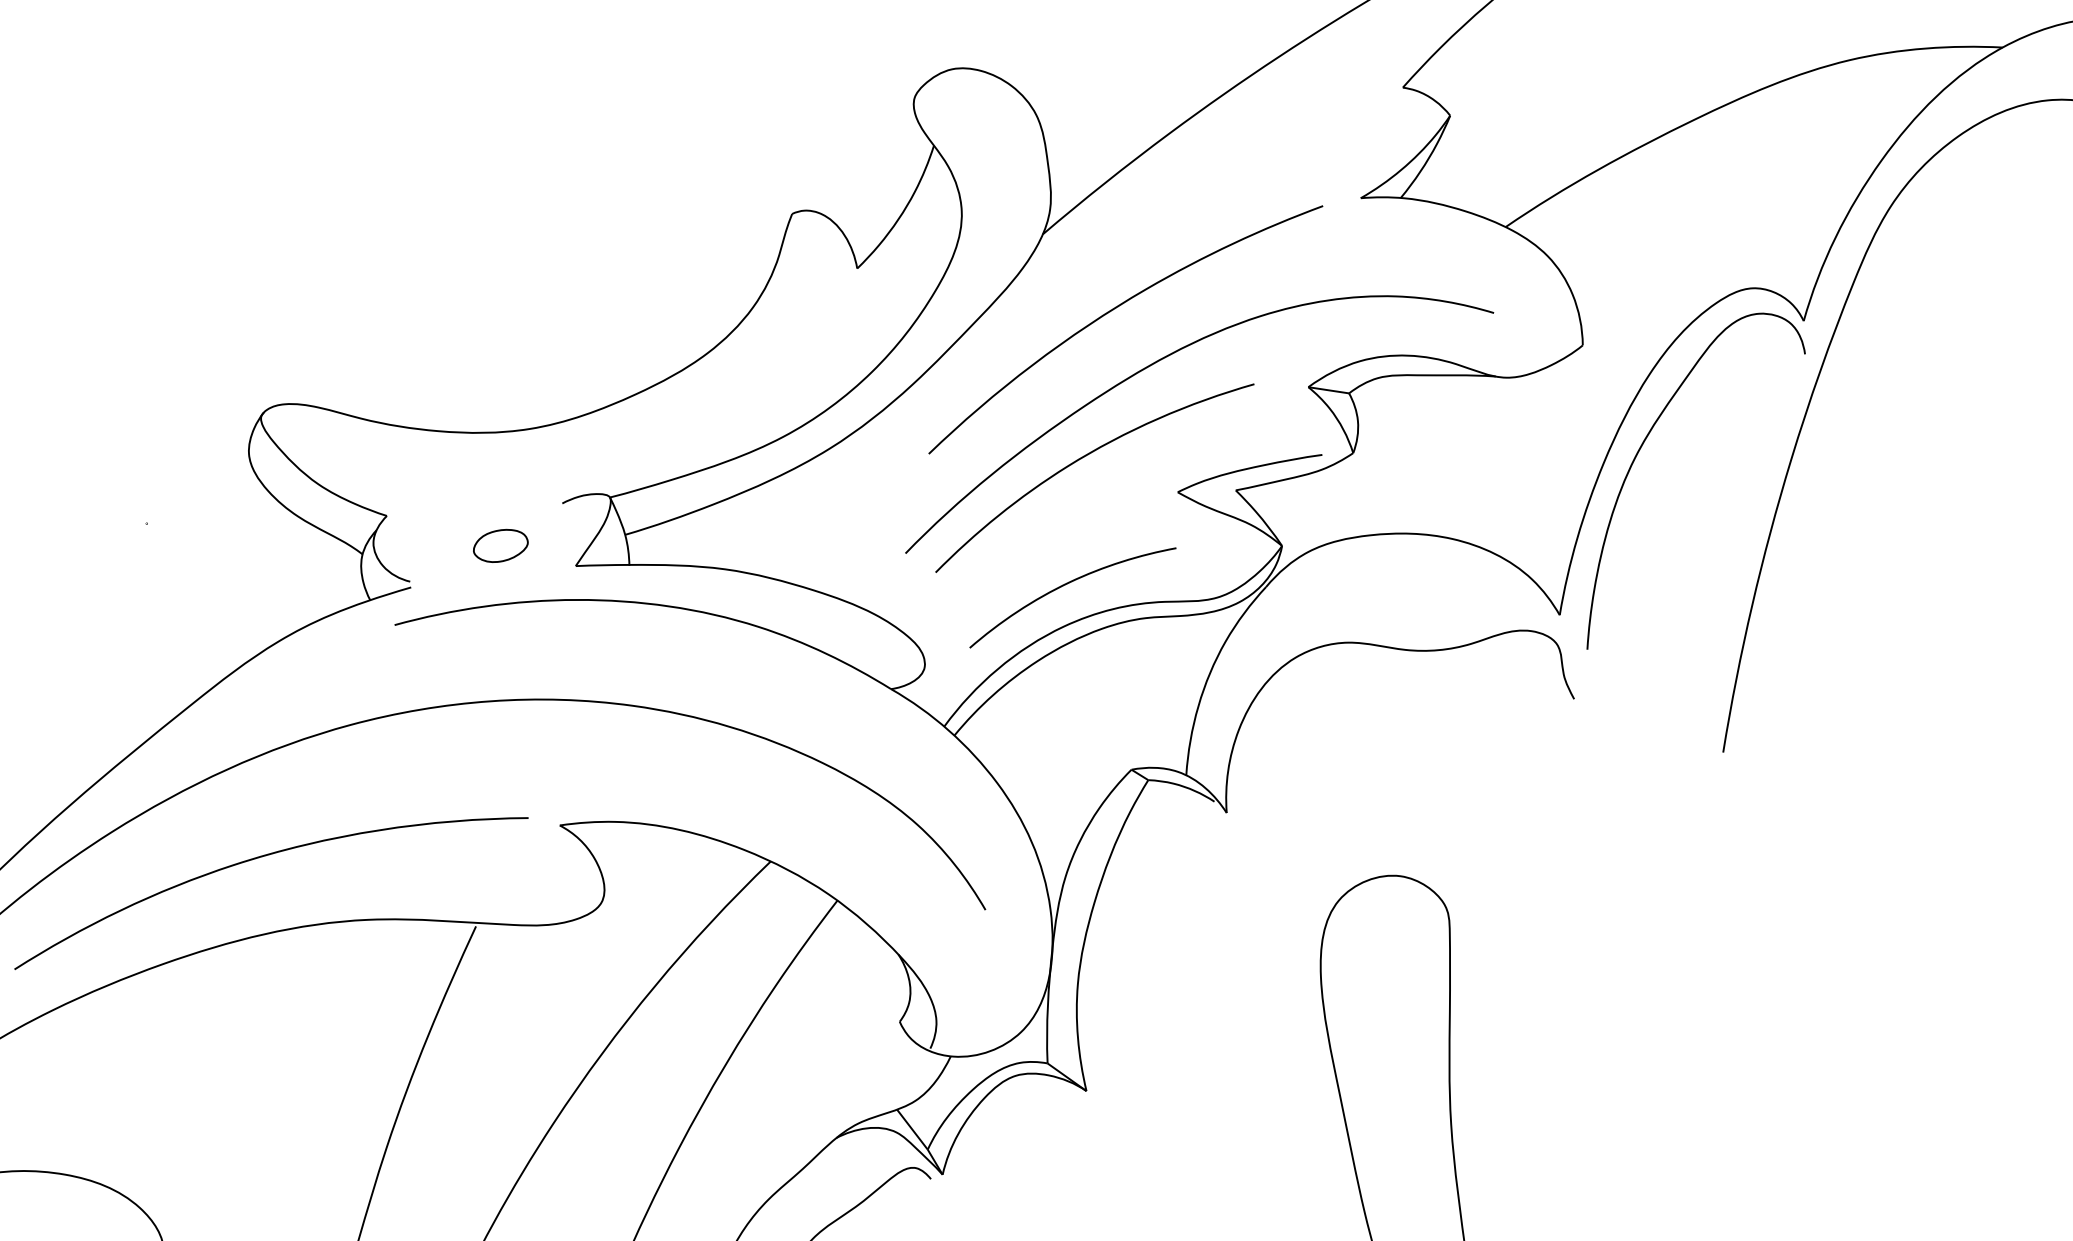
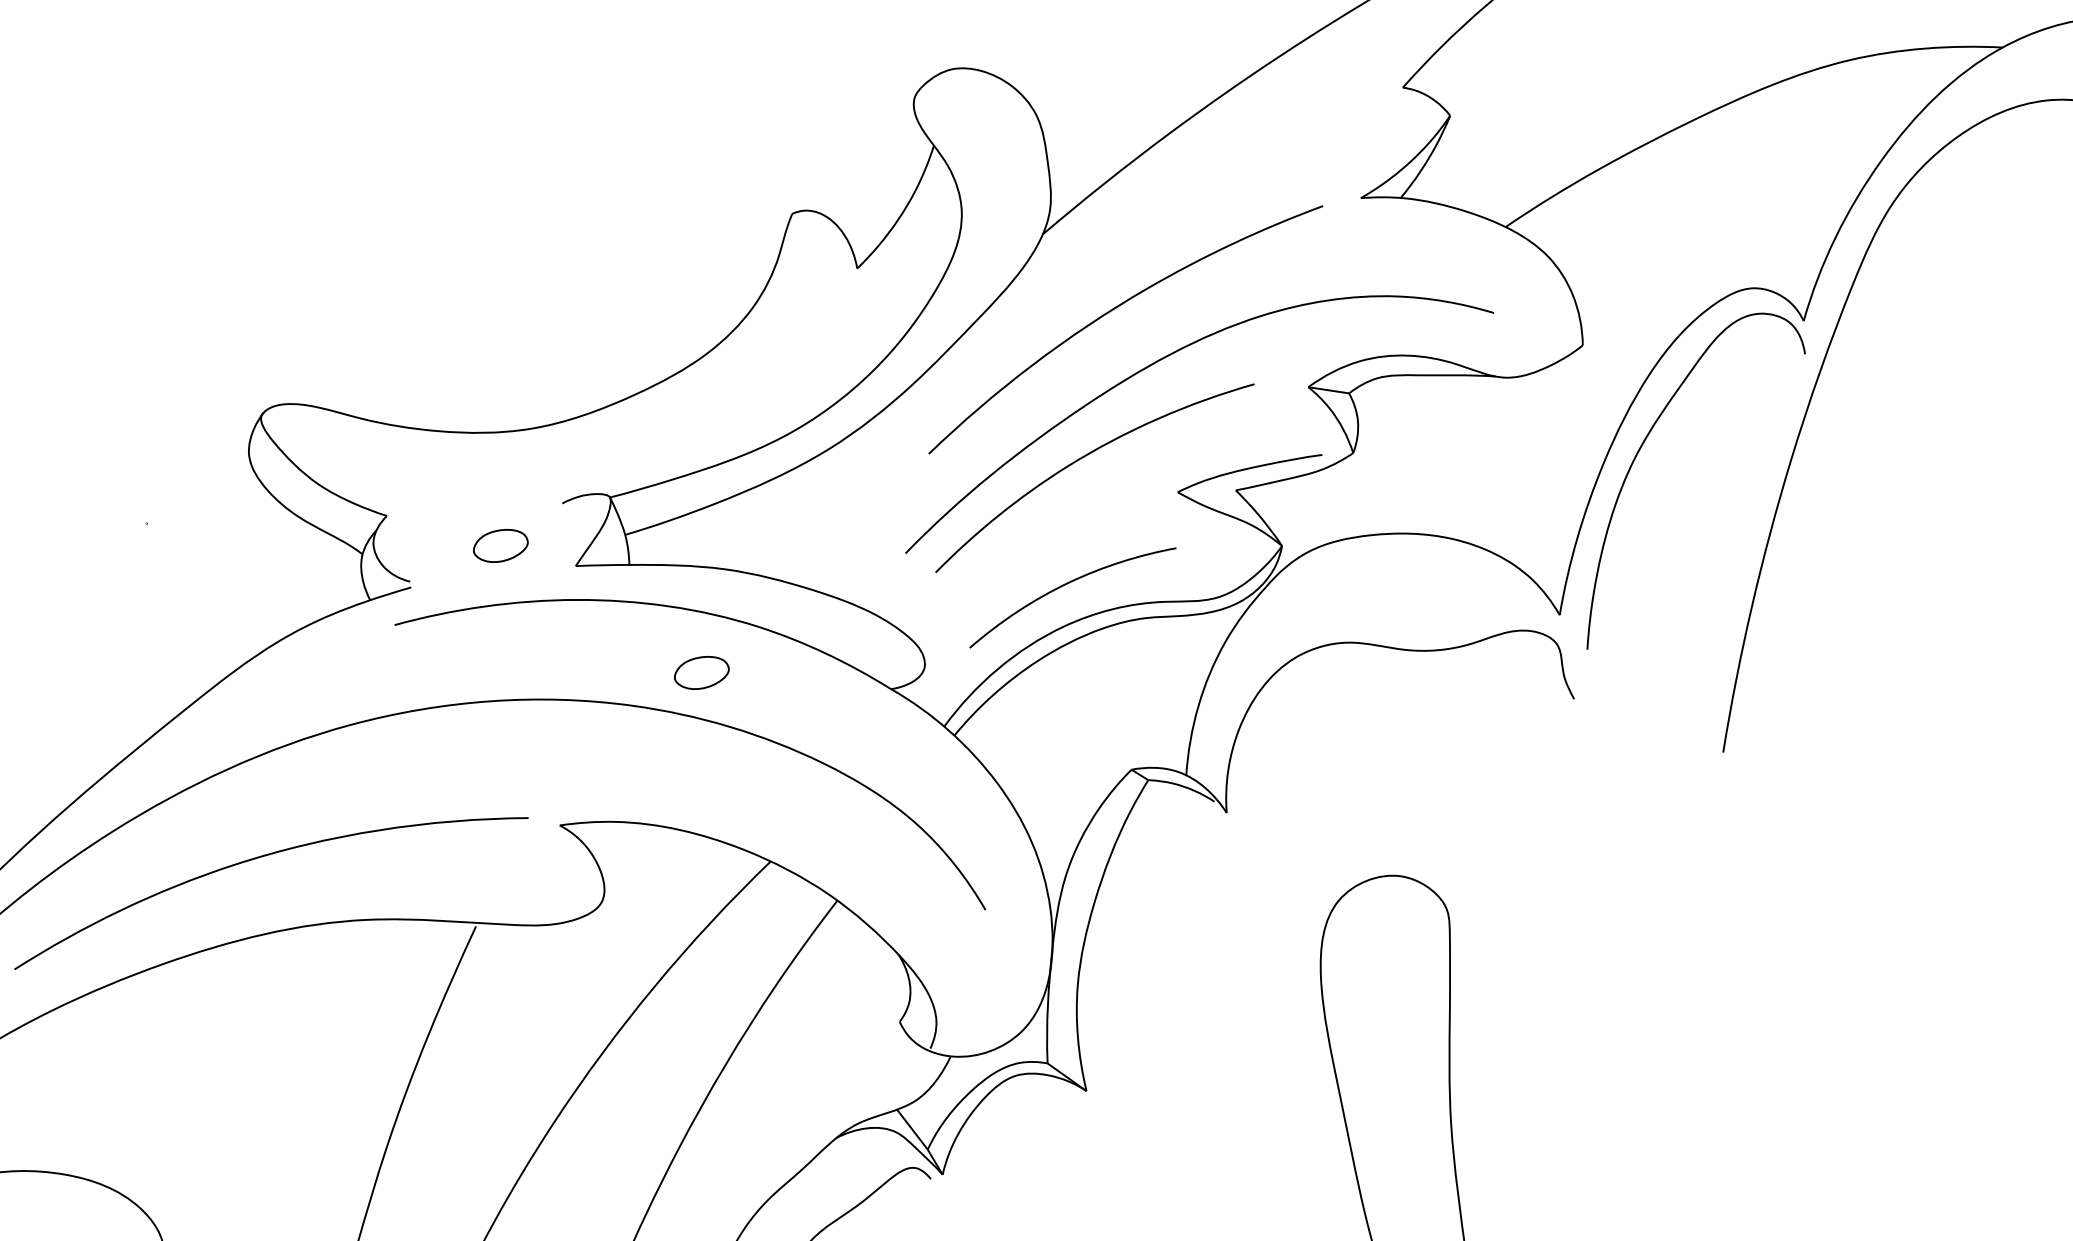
part at (701, 672): none -> present
